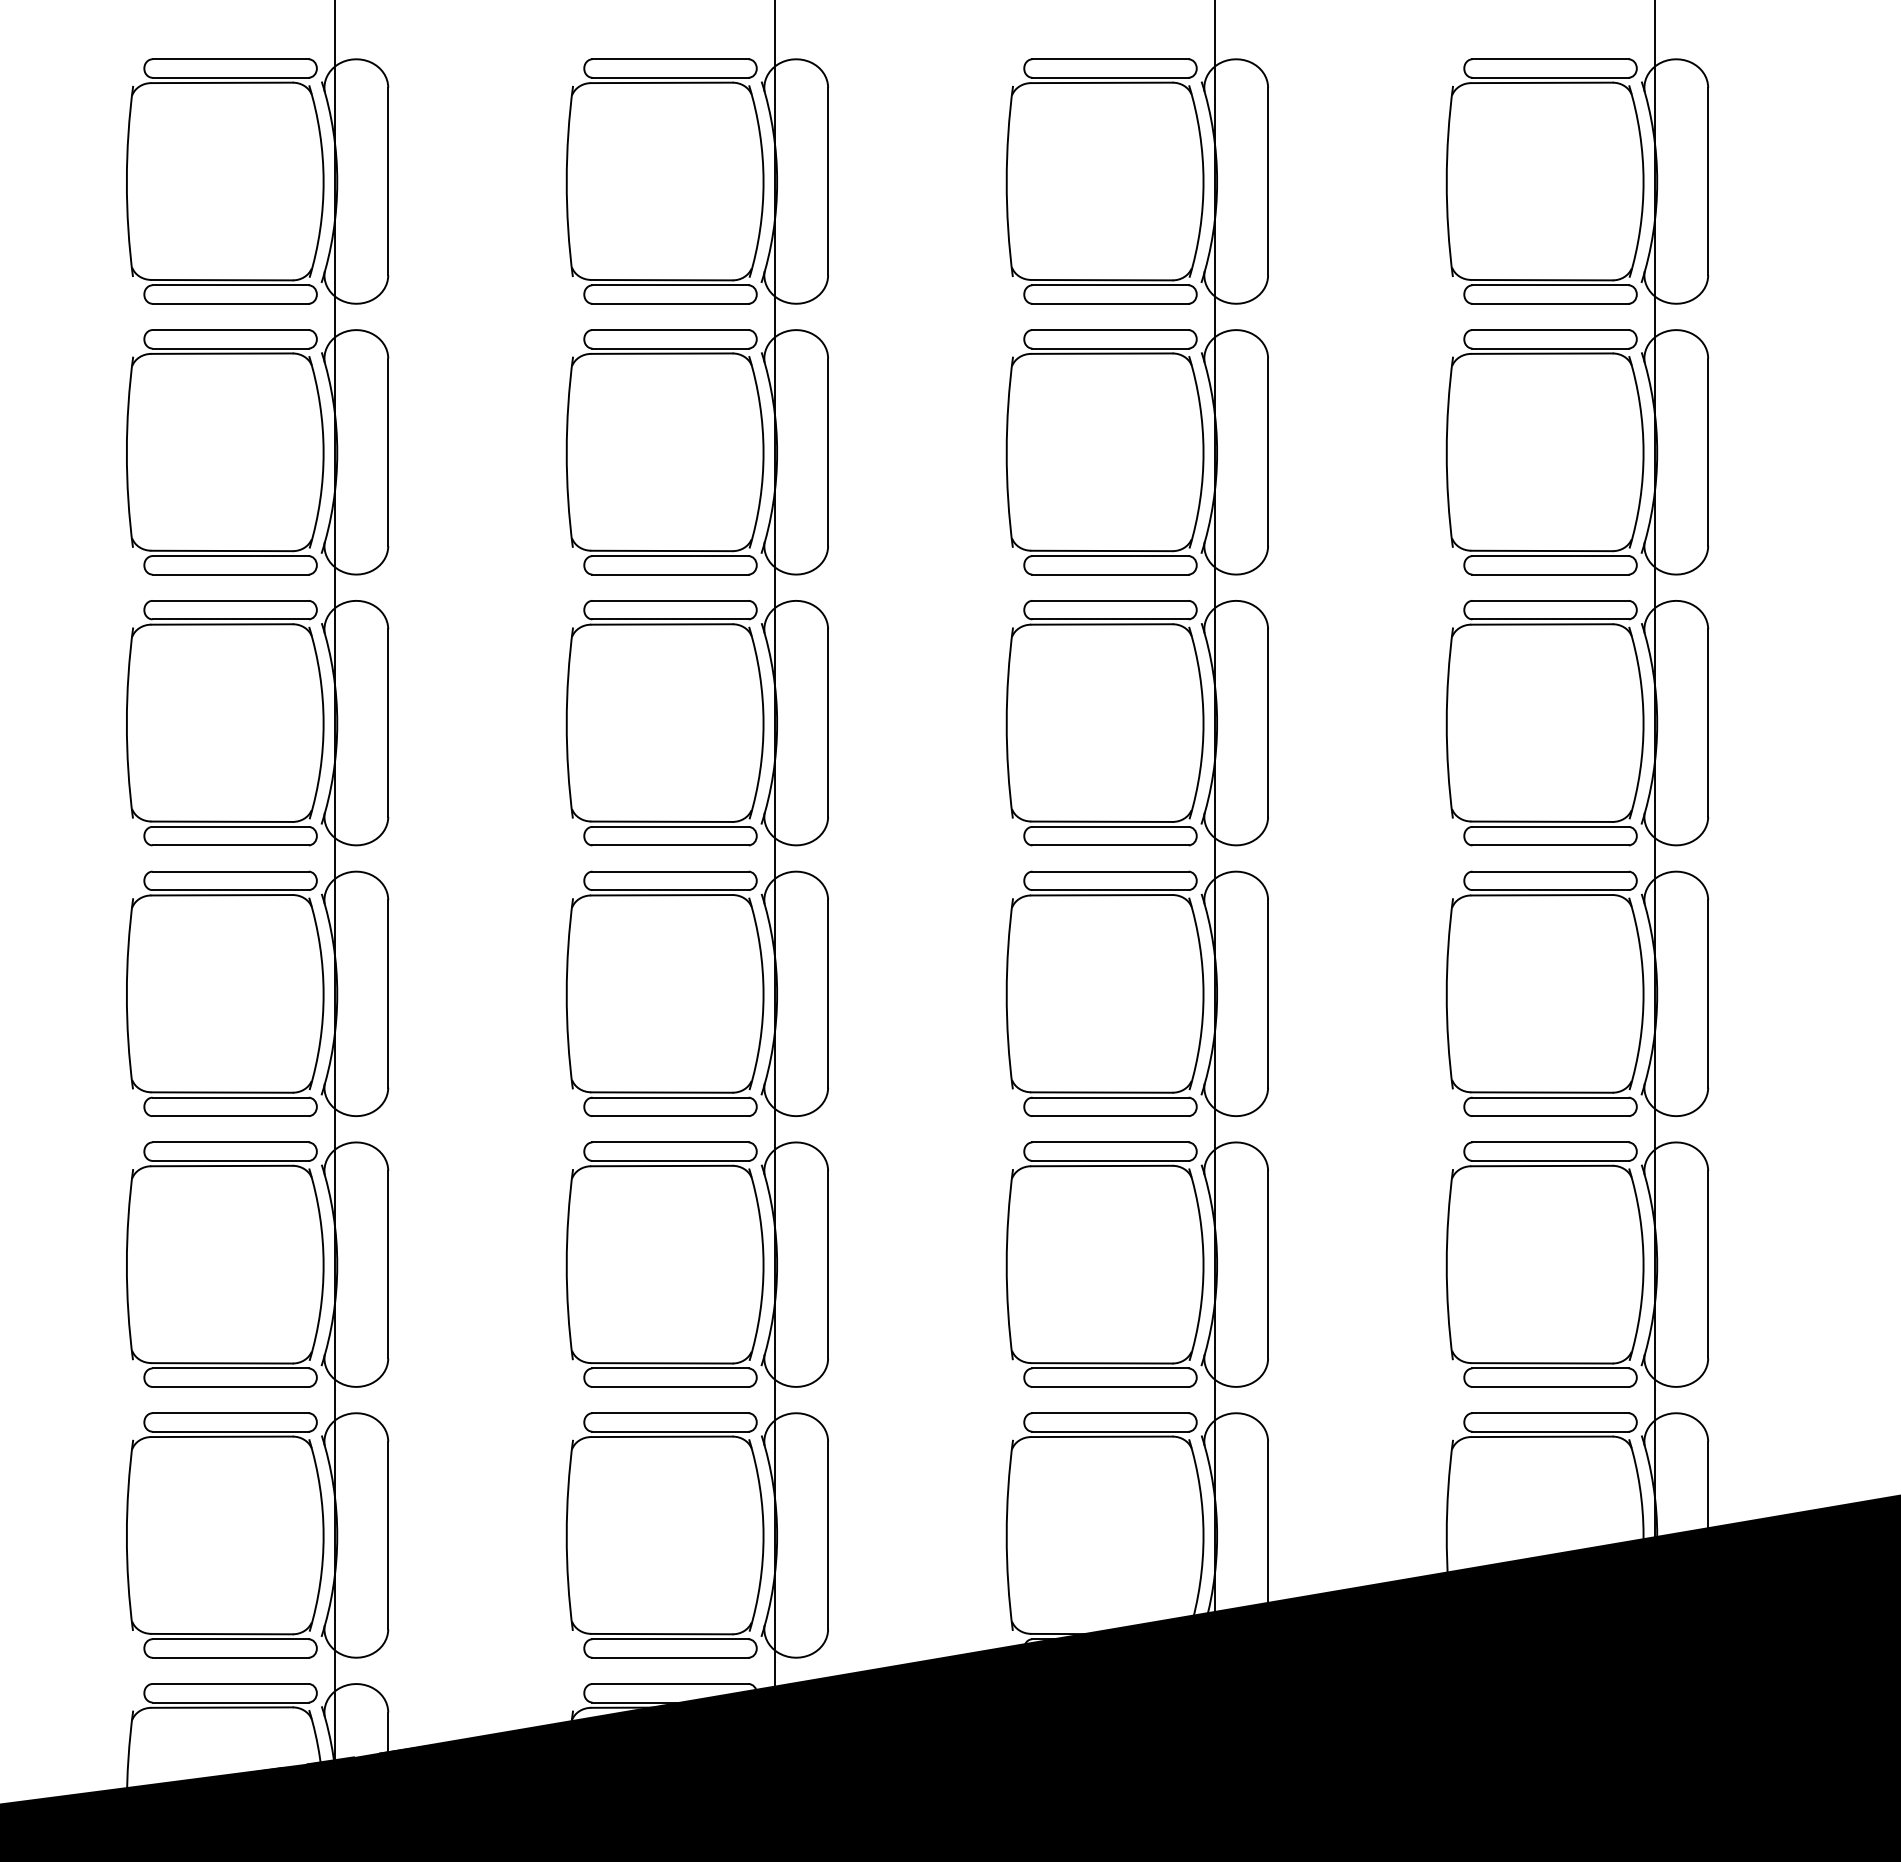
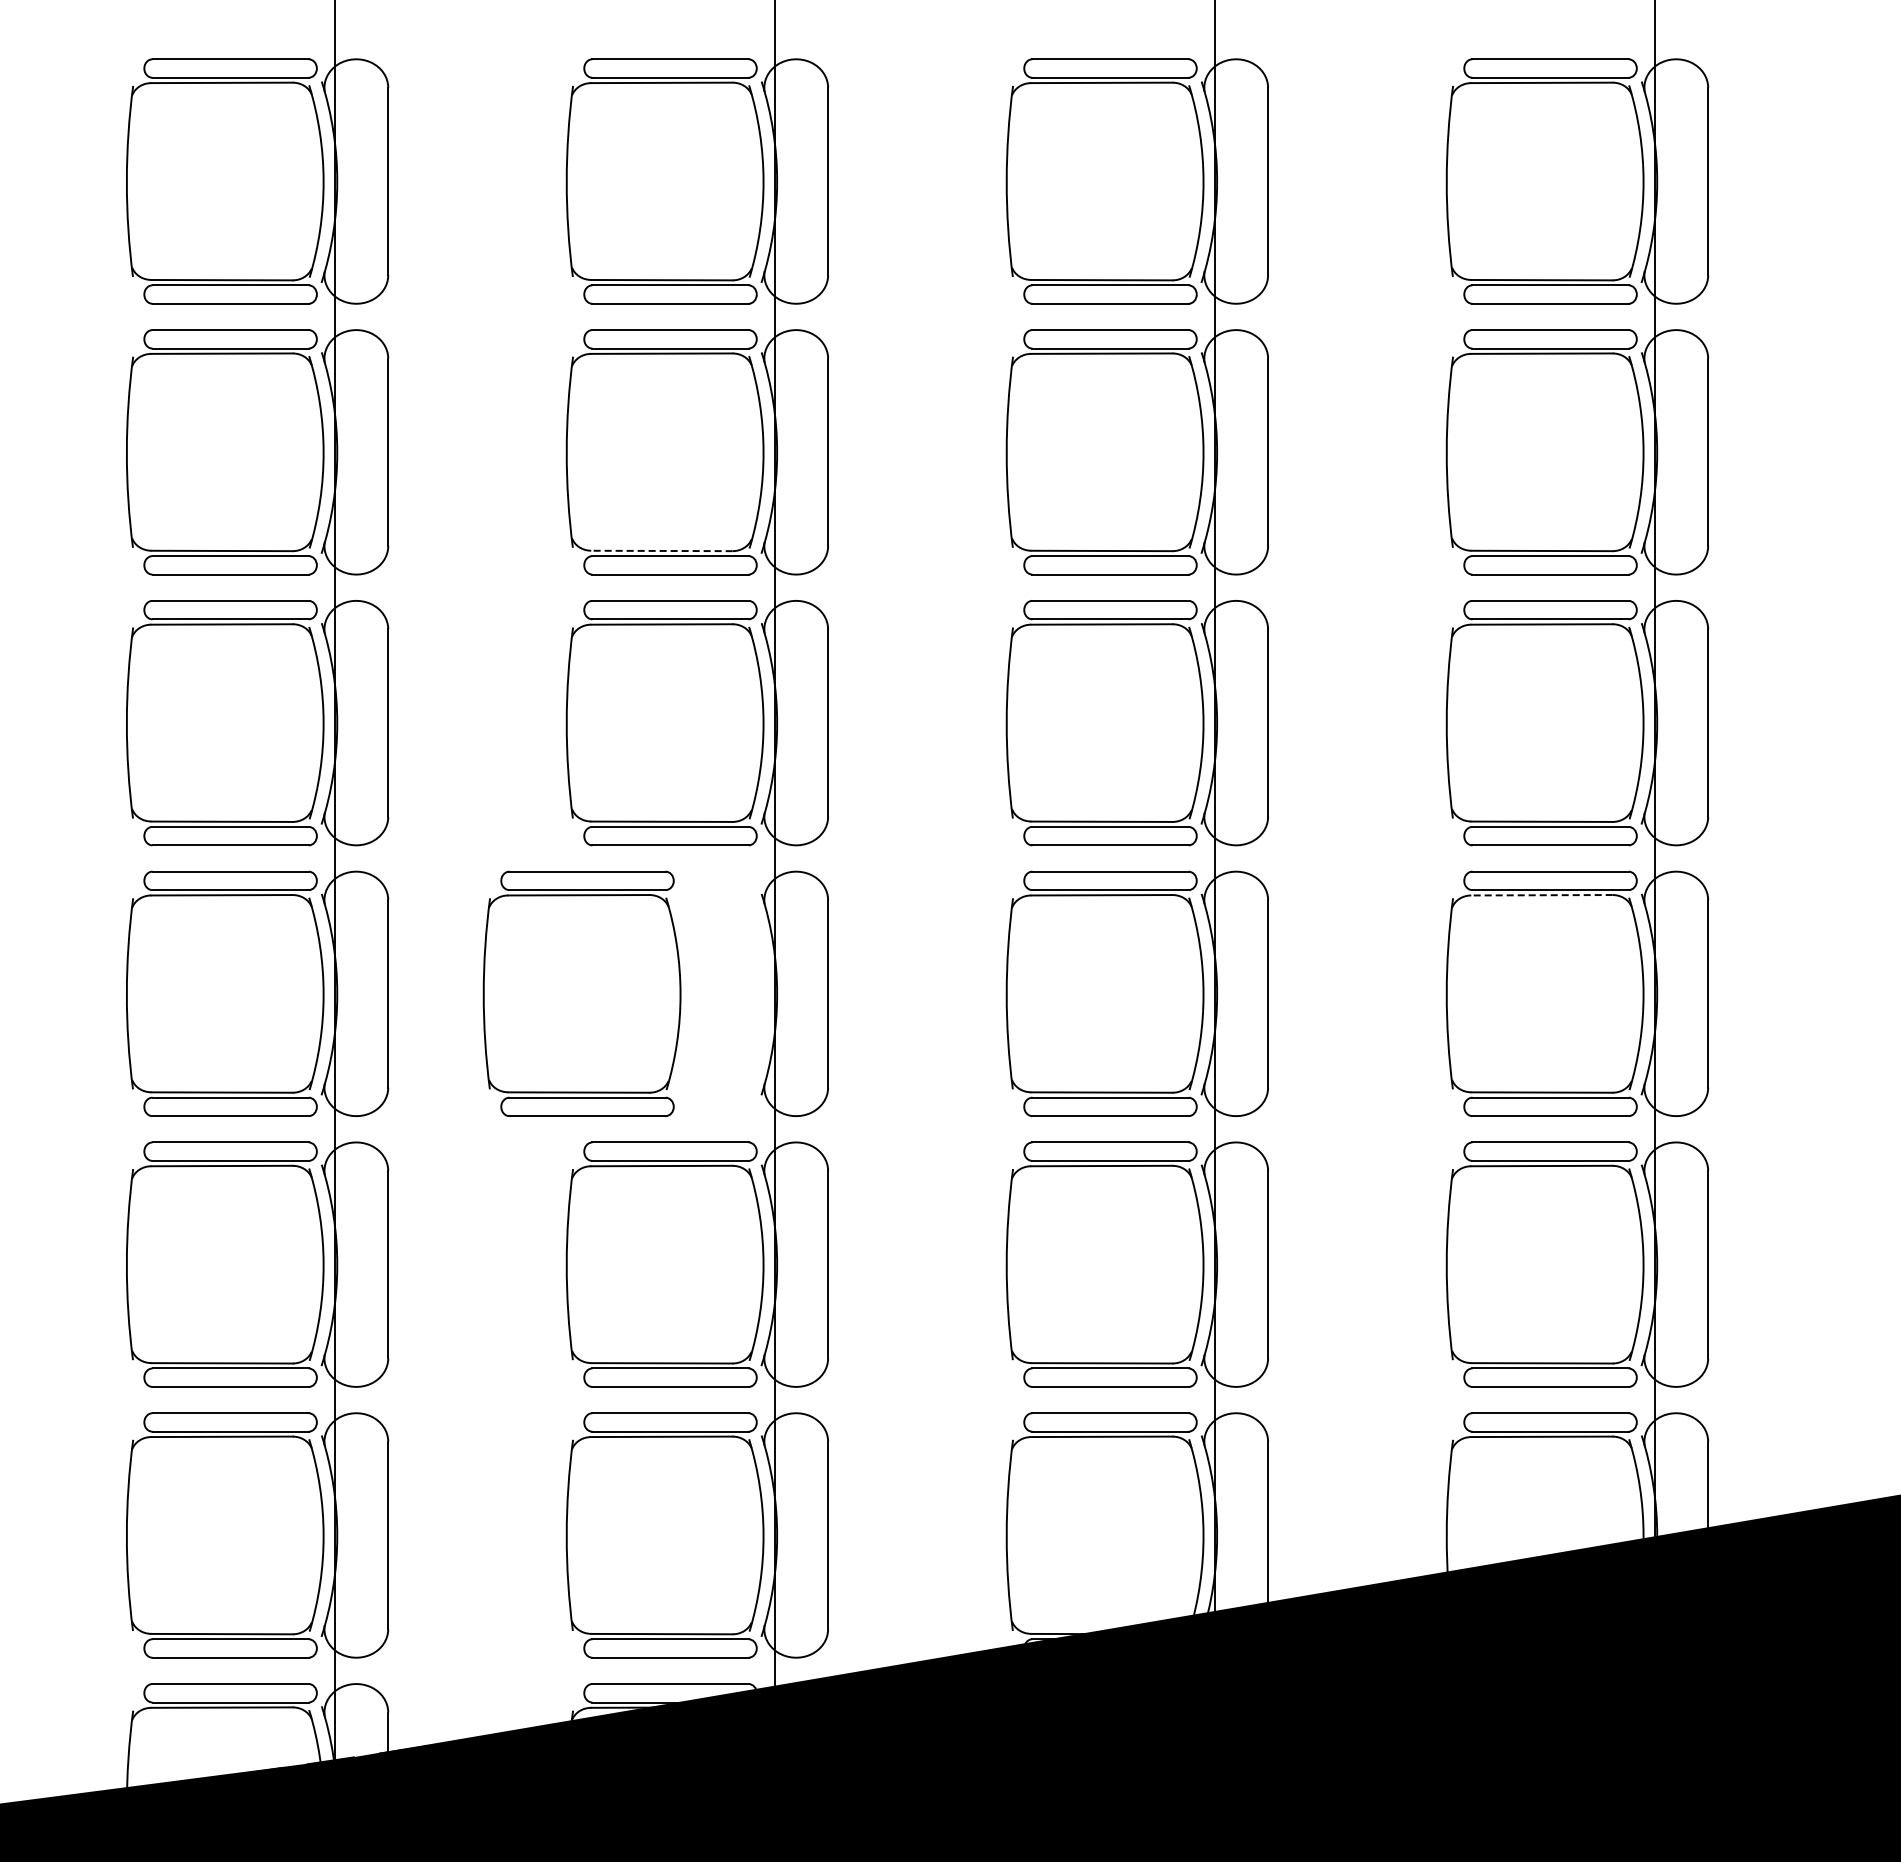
line at (661, 550): solid -> dashed
line at (1542, 895): solid -> dashed
part at (664, 993) position: (664, 993) -> (581, 993)
